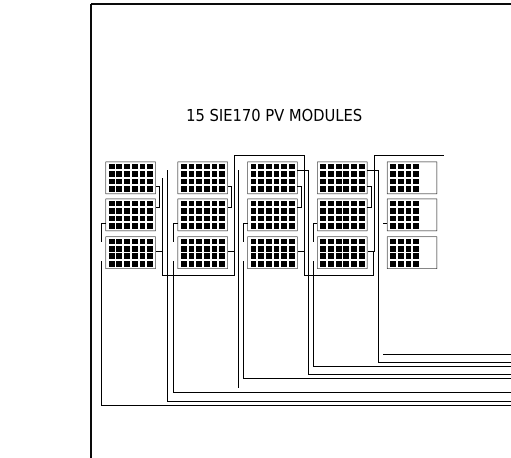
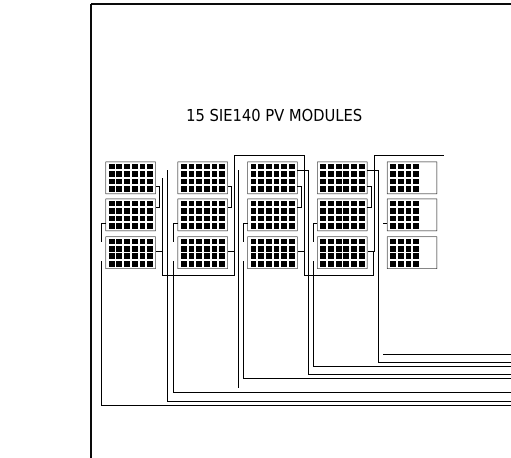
text at (246, 114): SIE170 -> SIE140
